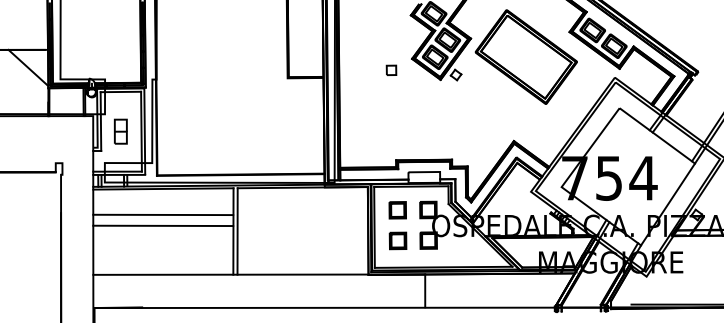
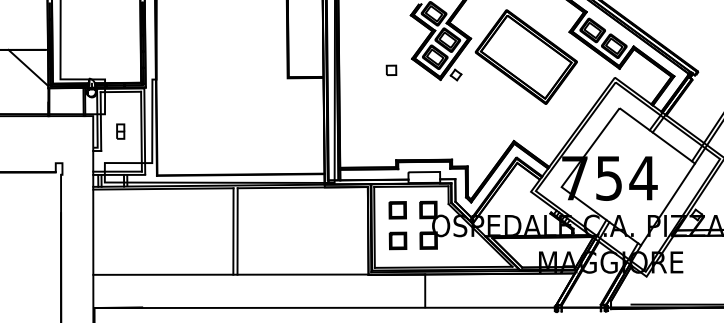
part at (120, 131) size: 15x27 px -> 10x17 px
line at (163, 214): present -> none
line at (163, 225): present -> none
